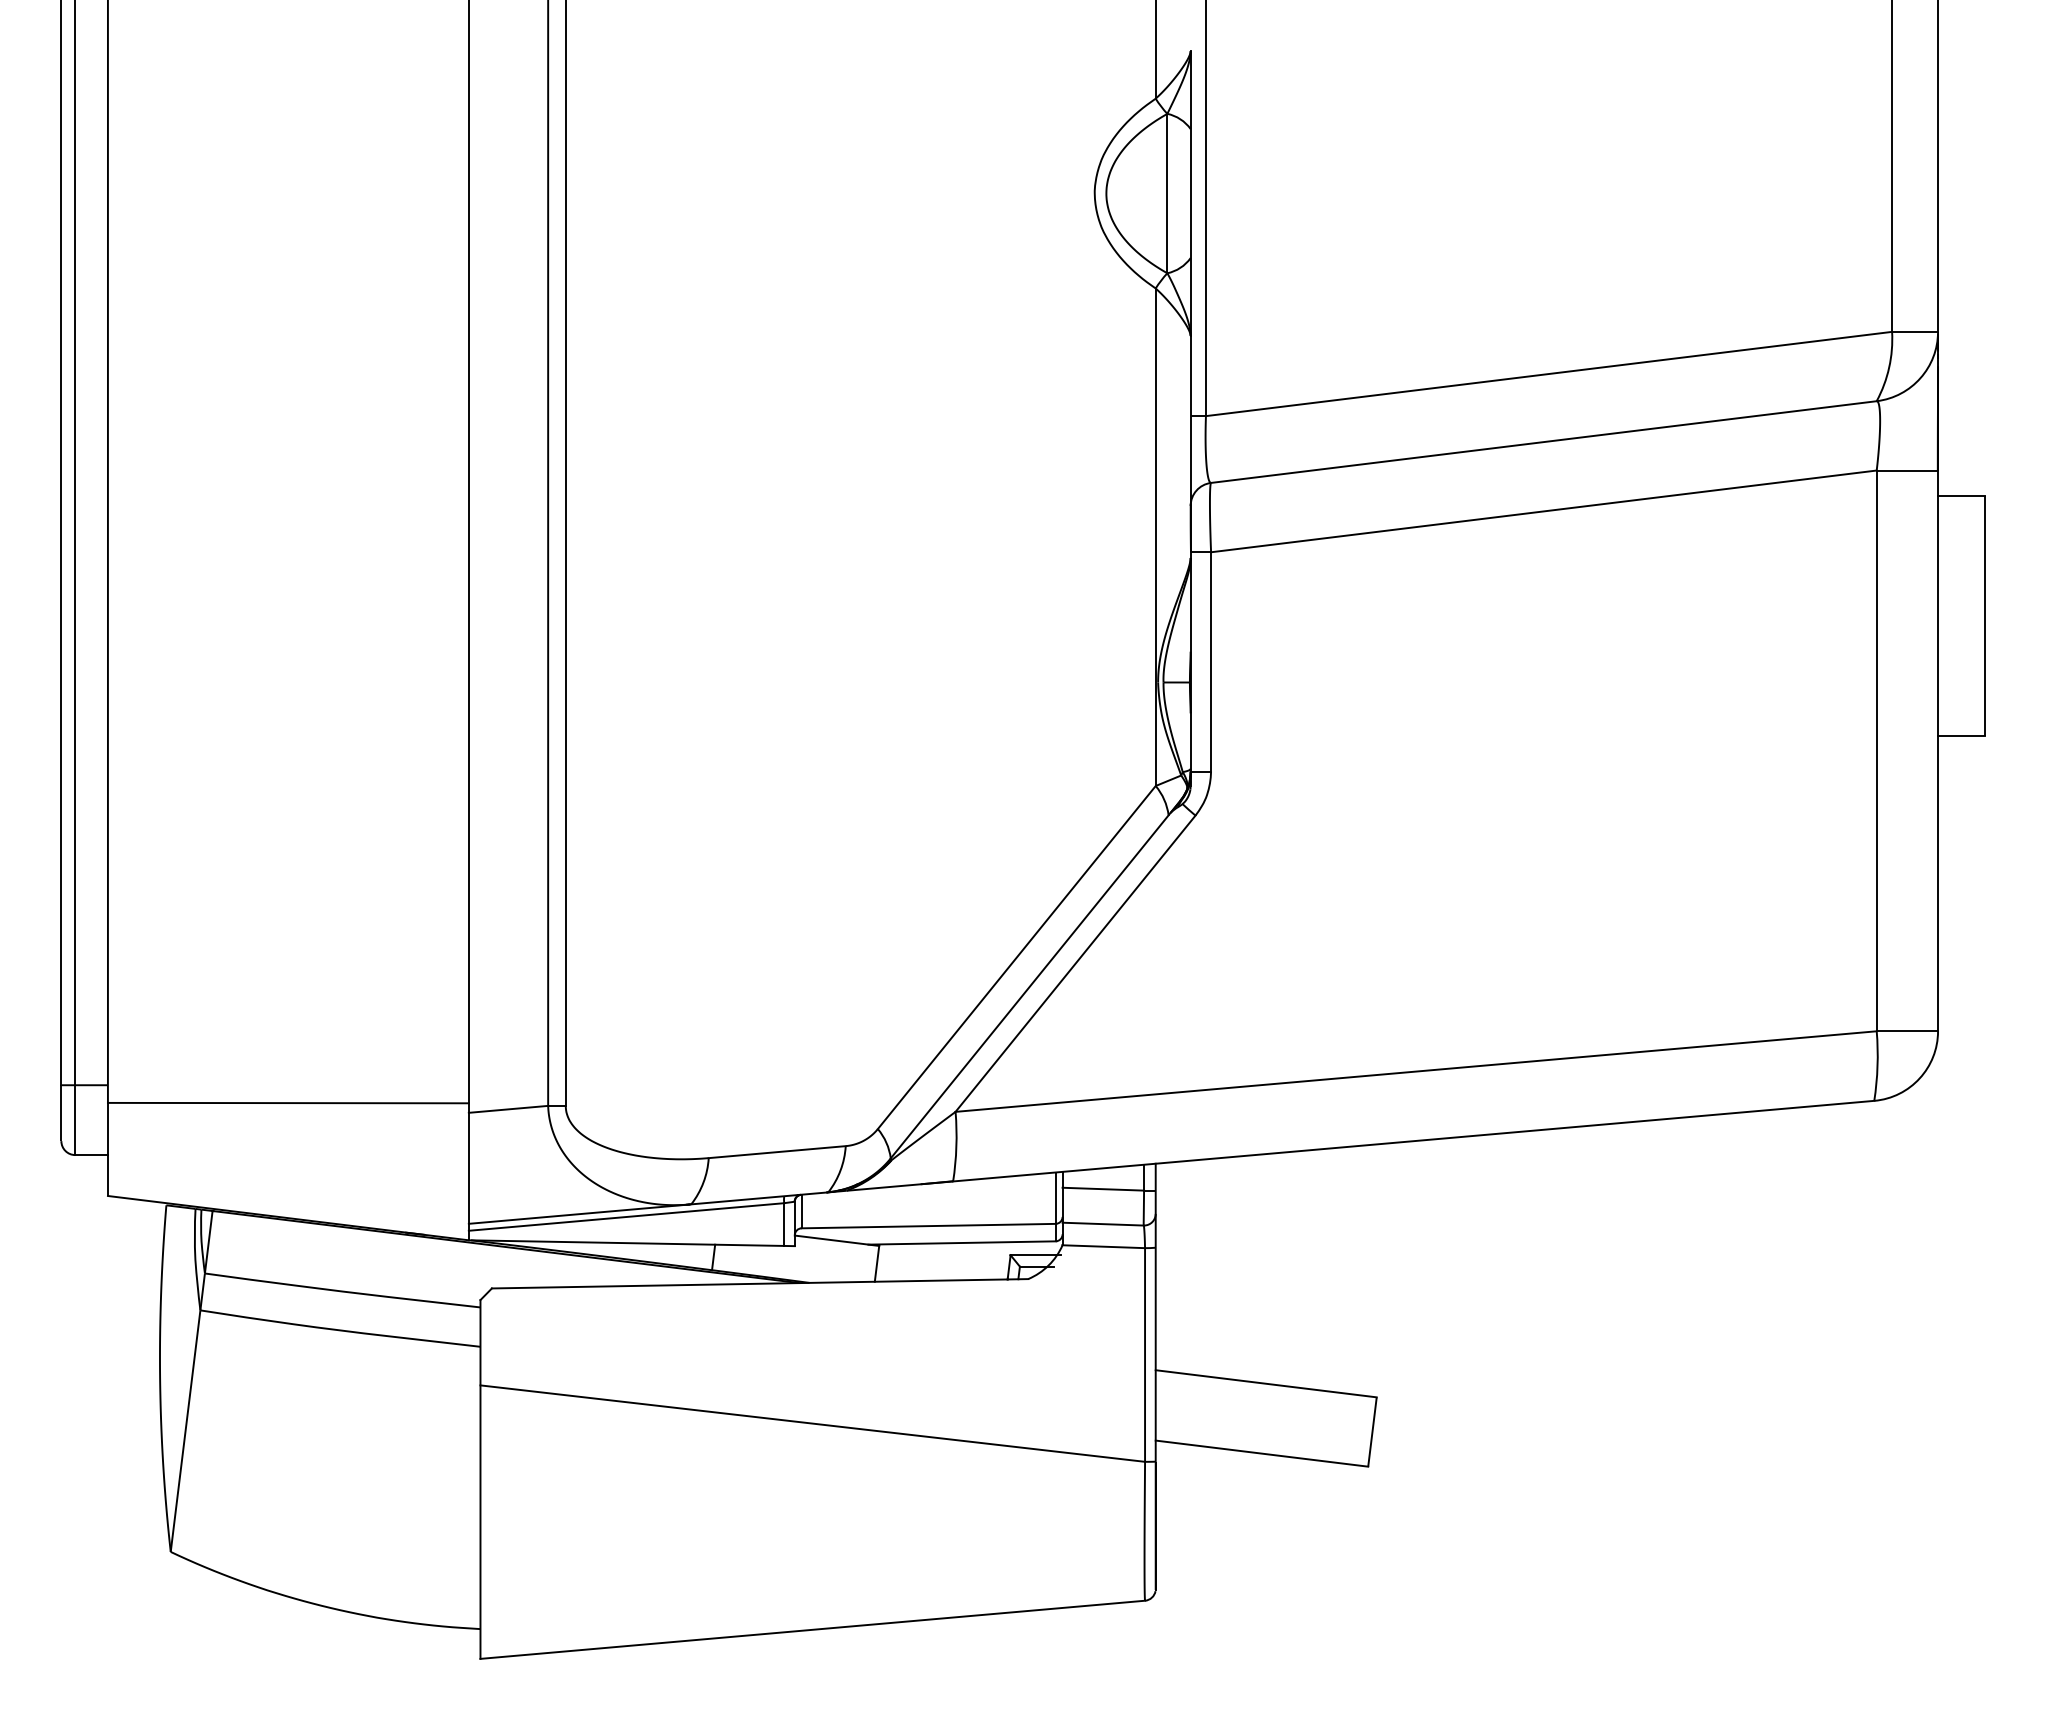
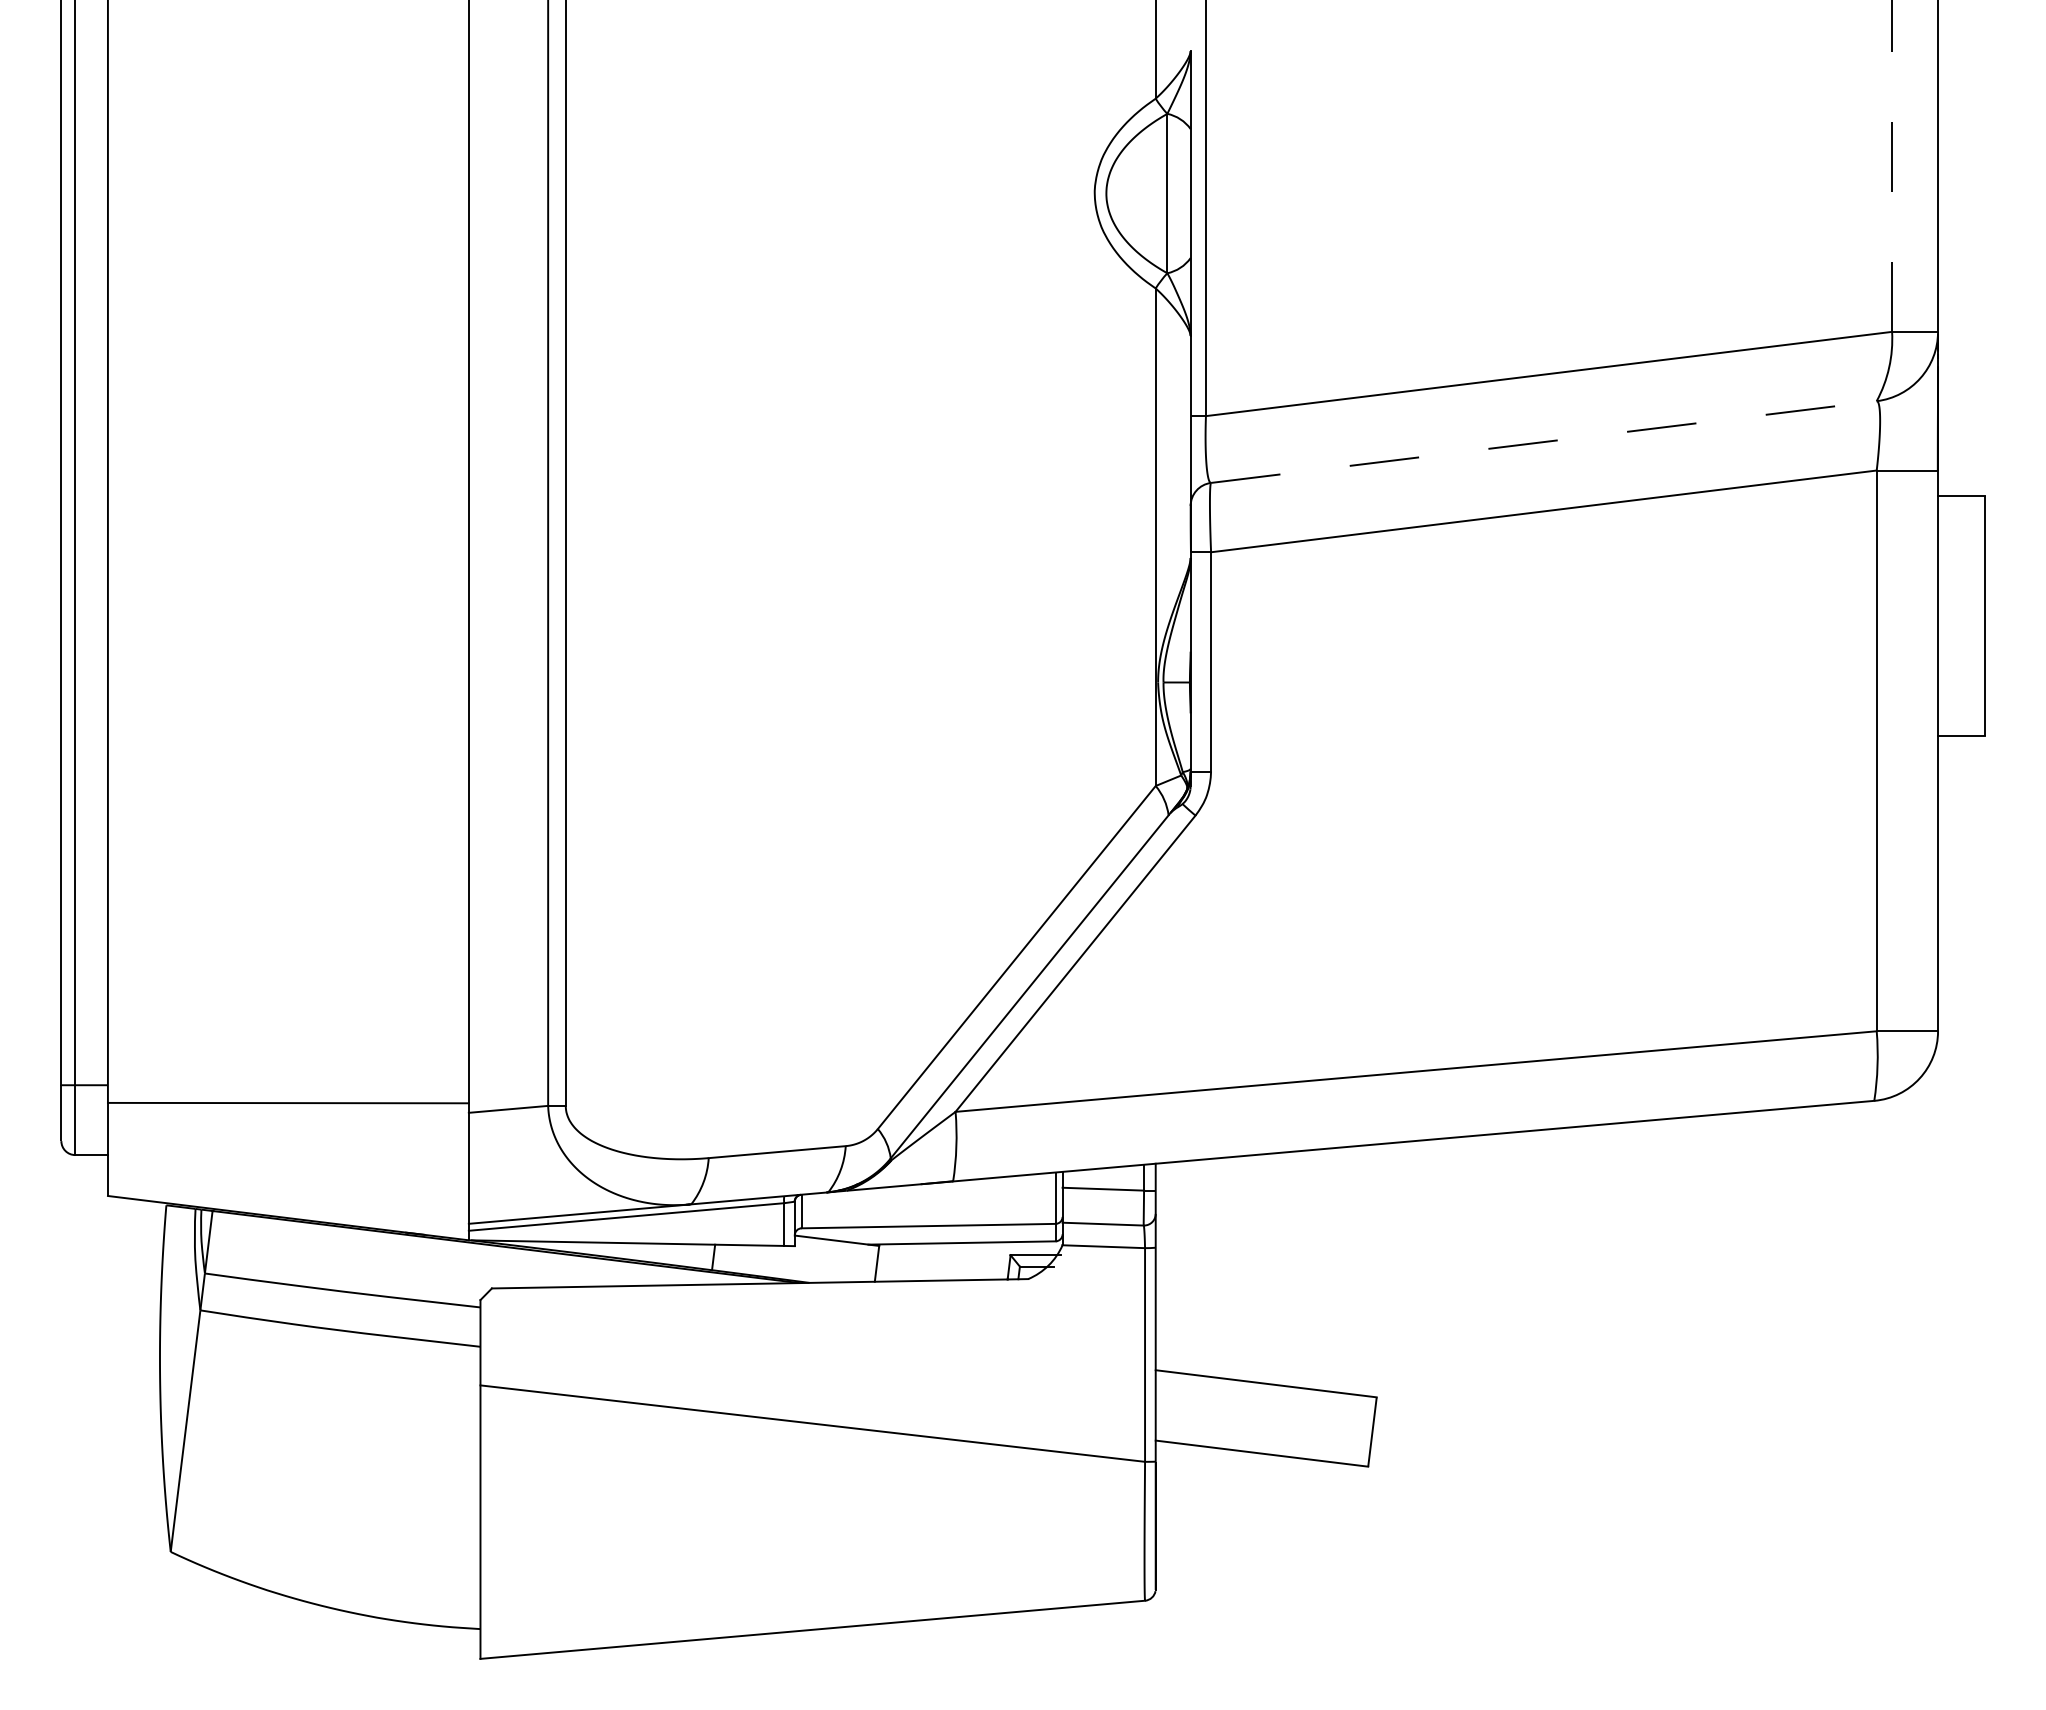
line at (1892, 166): solid -> dashed
line at (1544, 442): solid -> dashed
